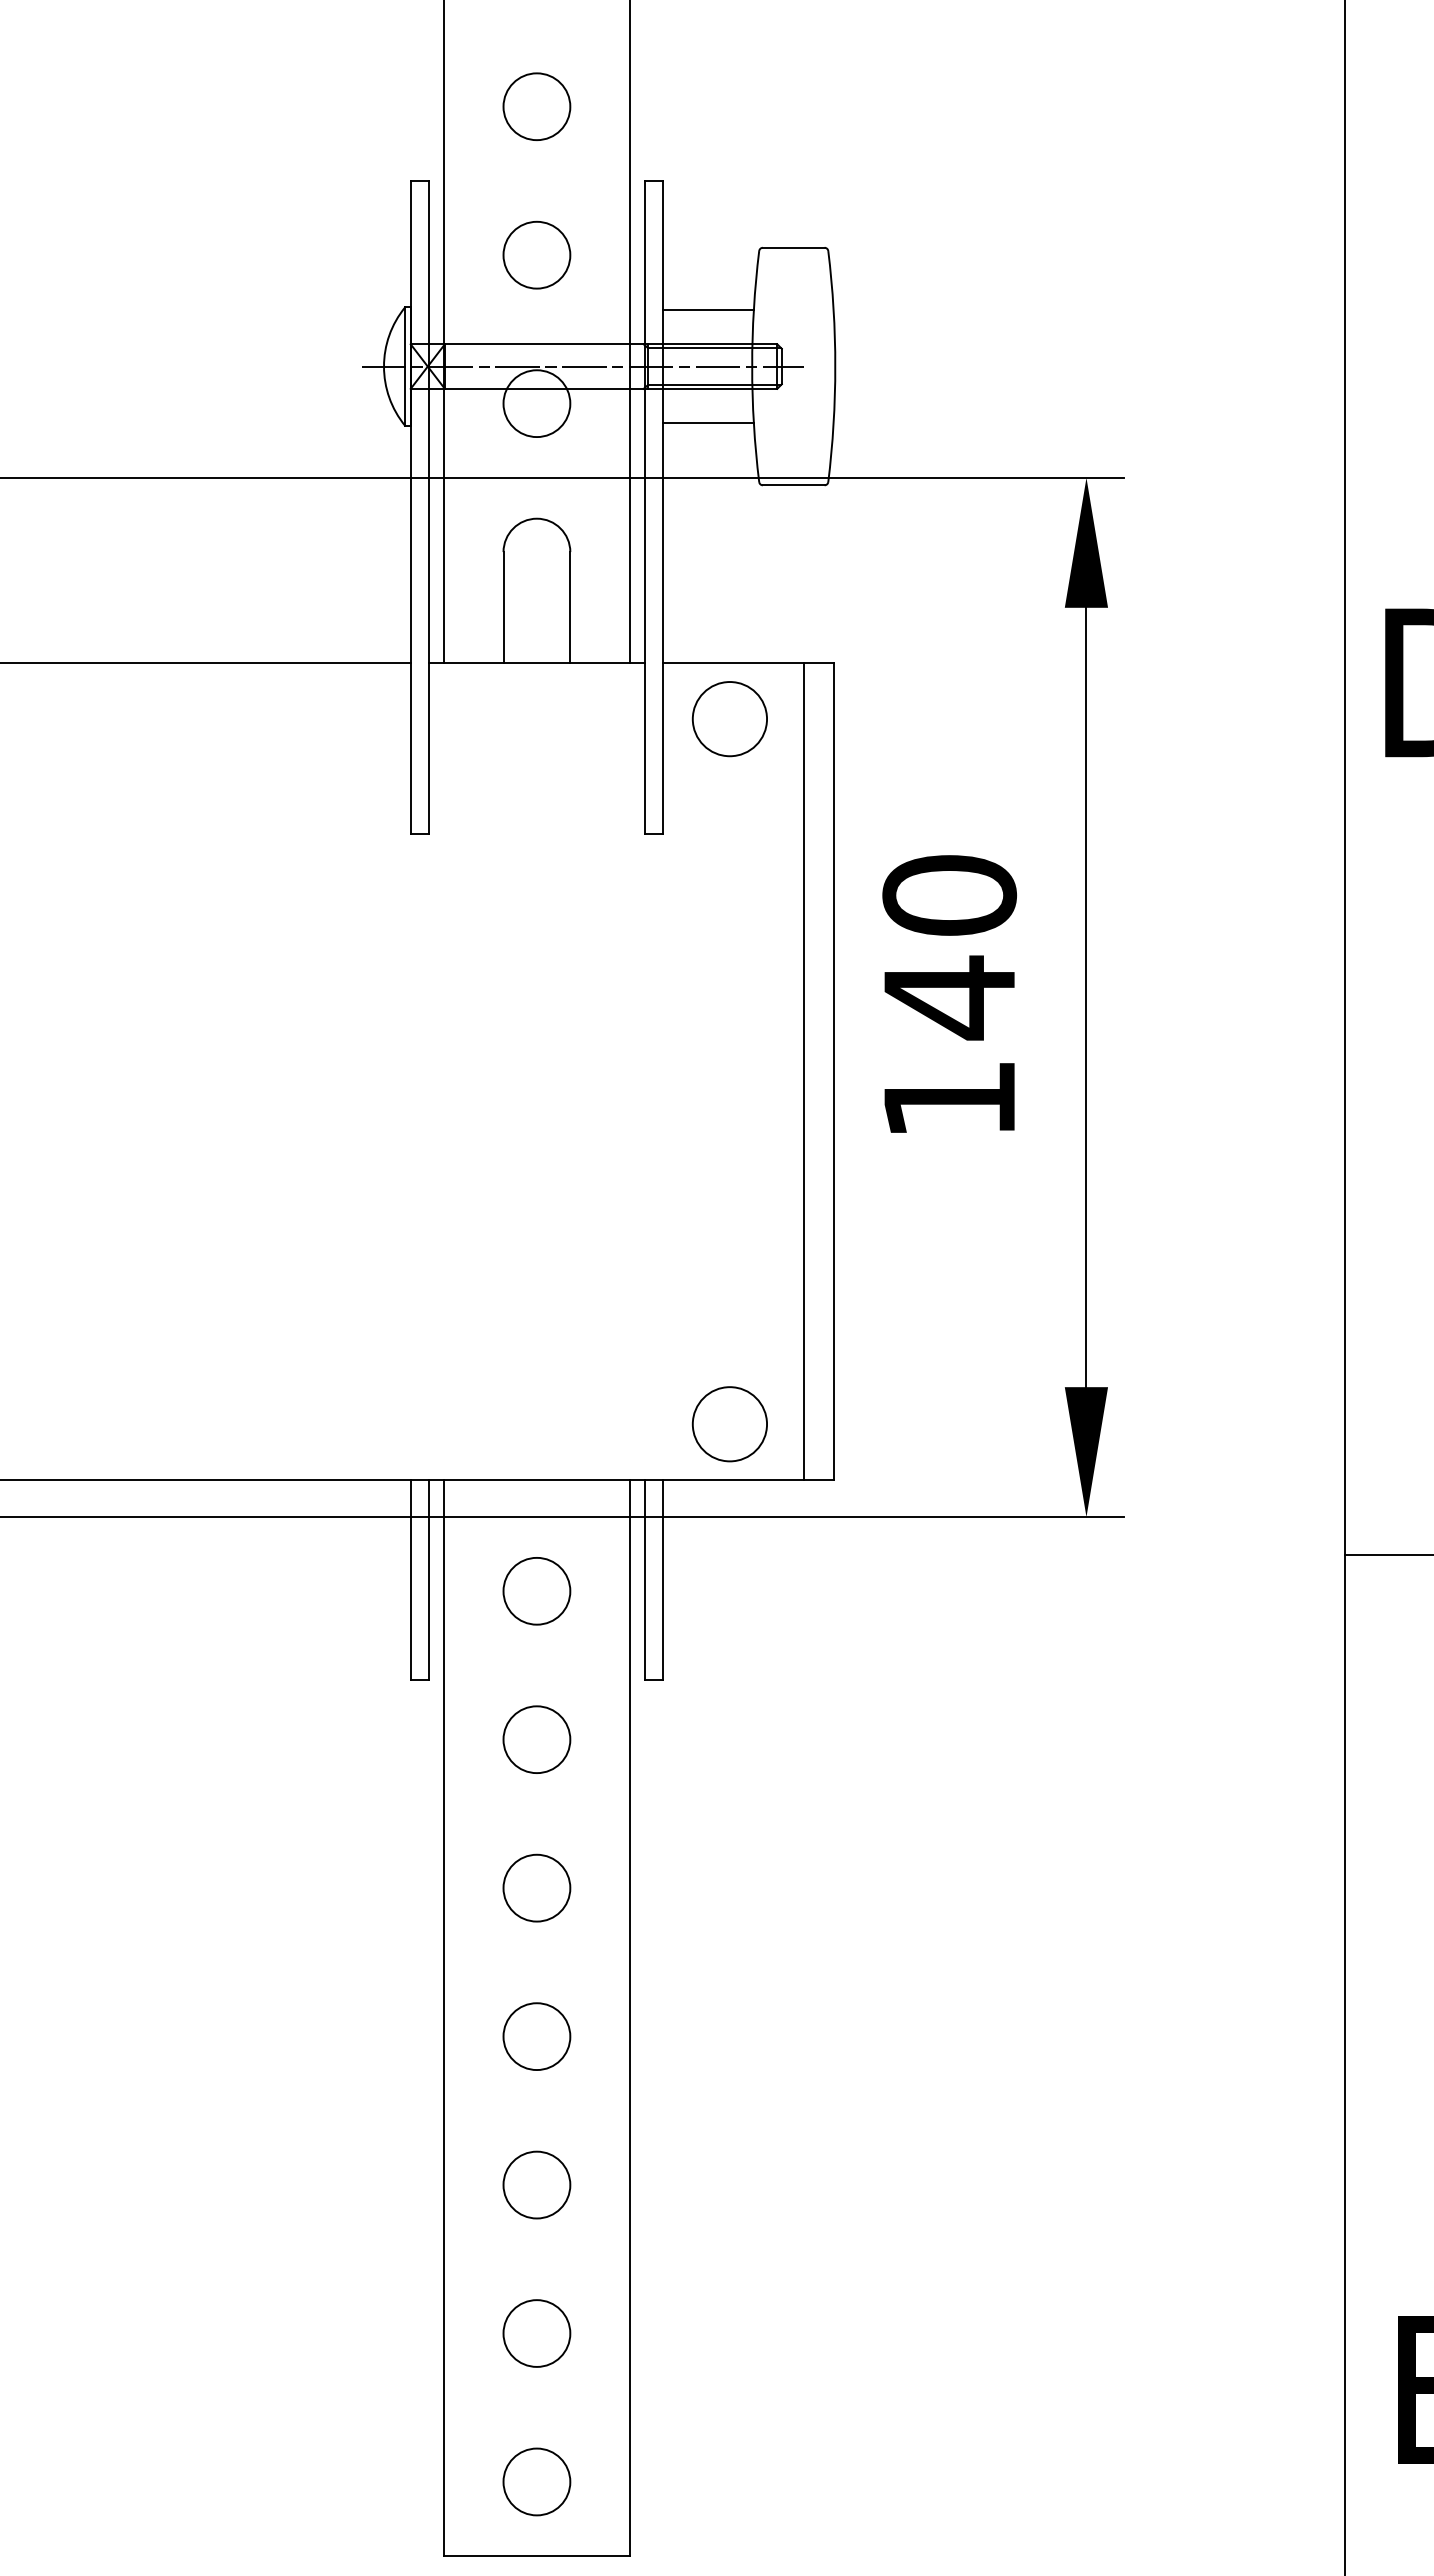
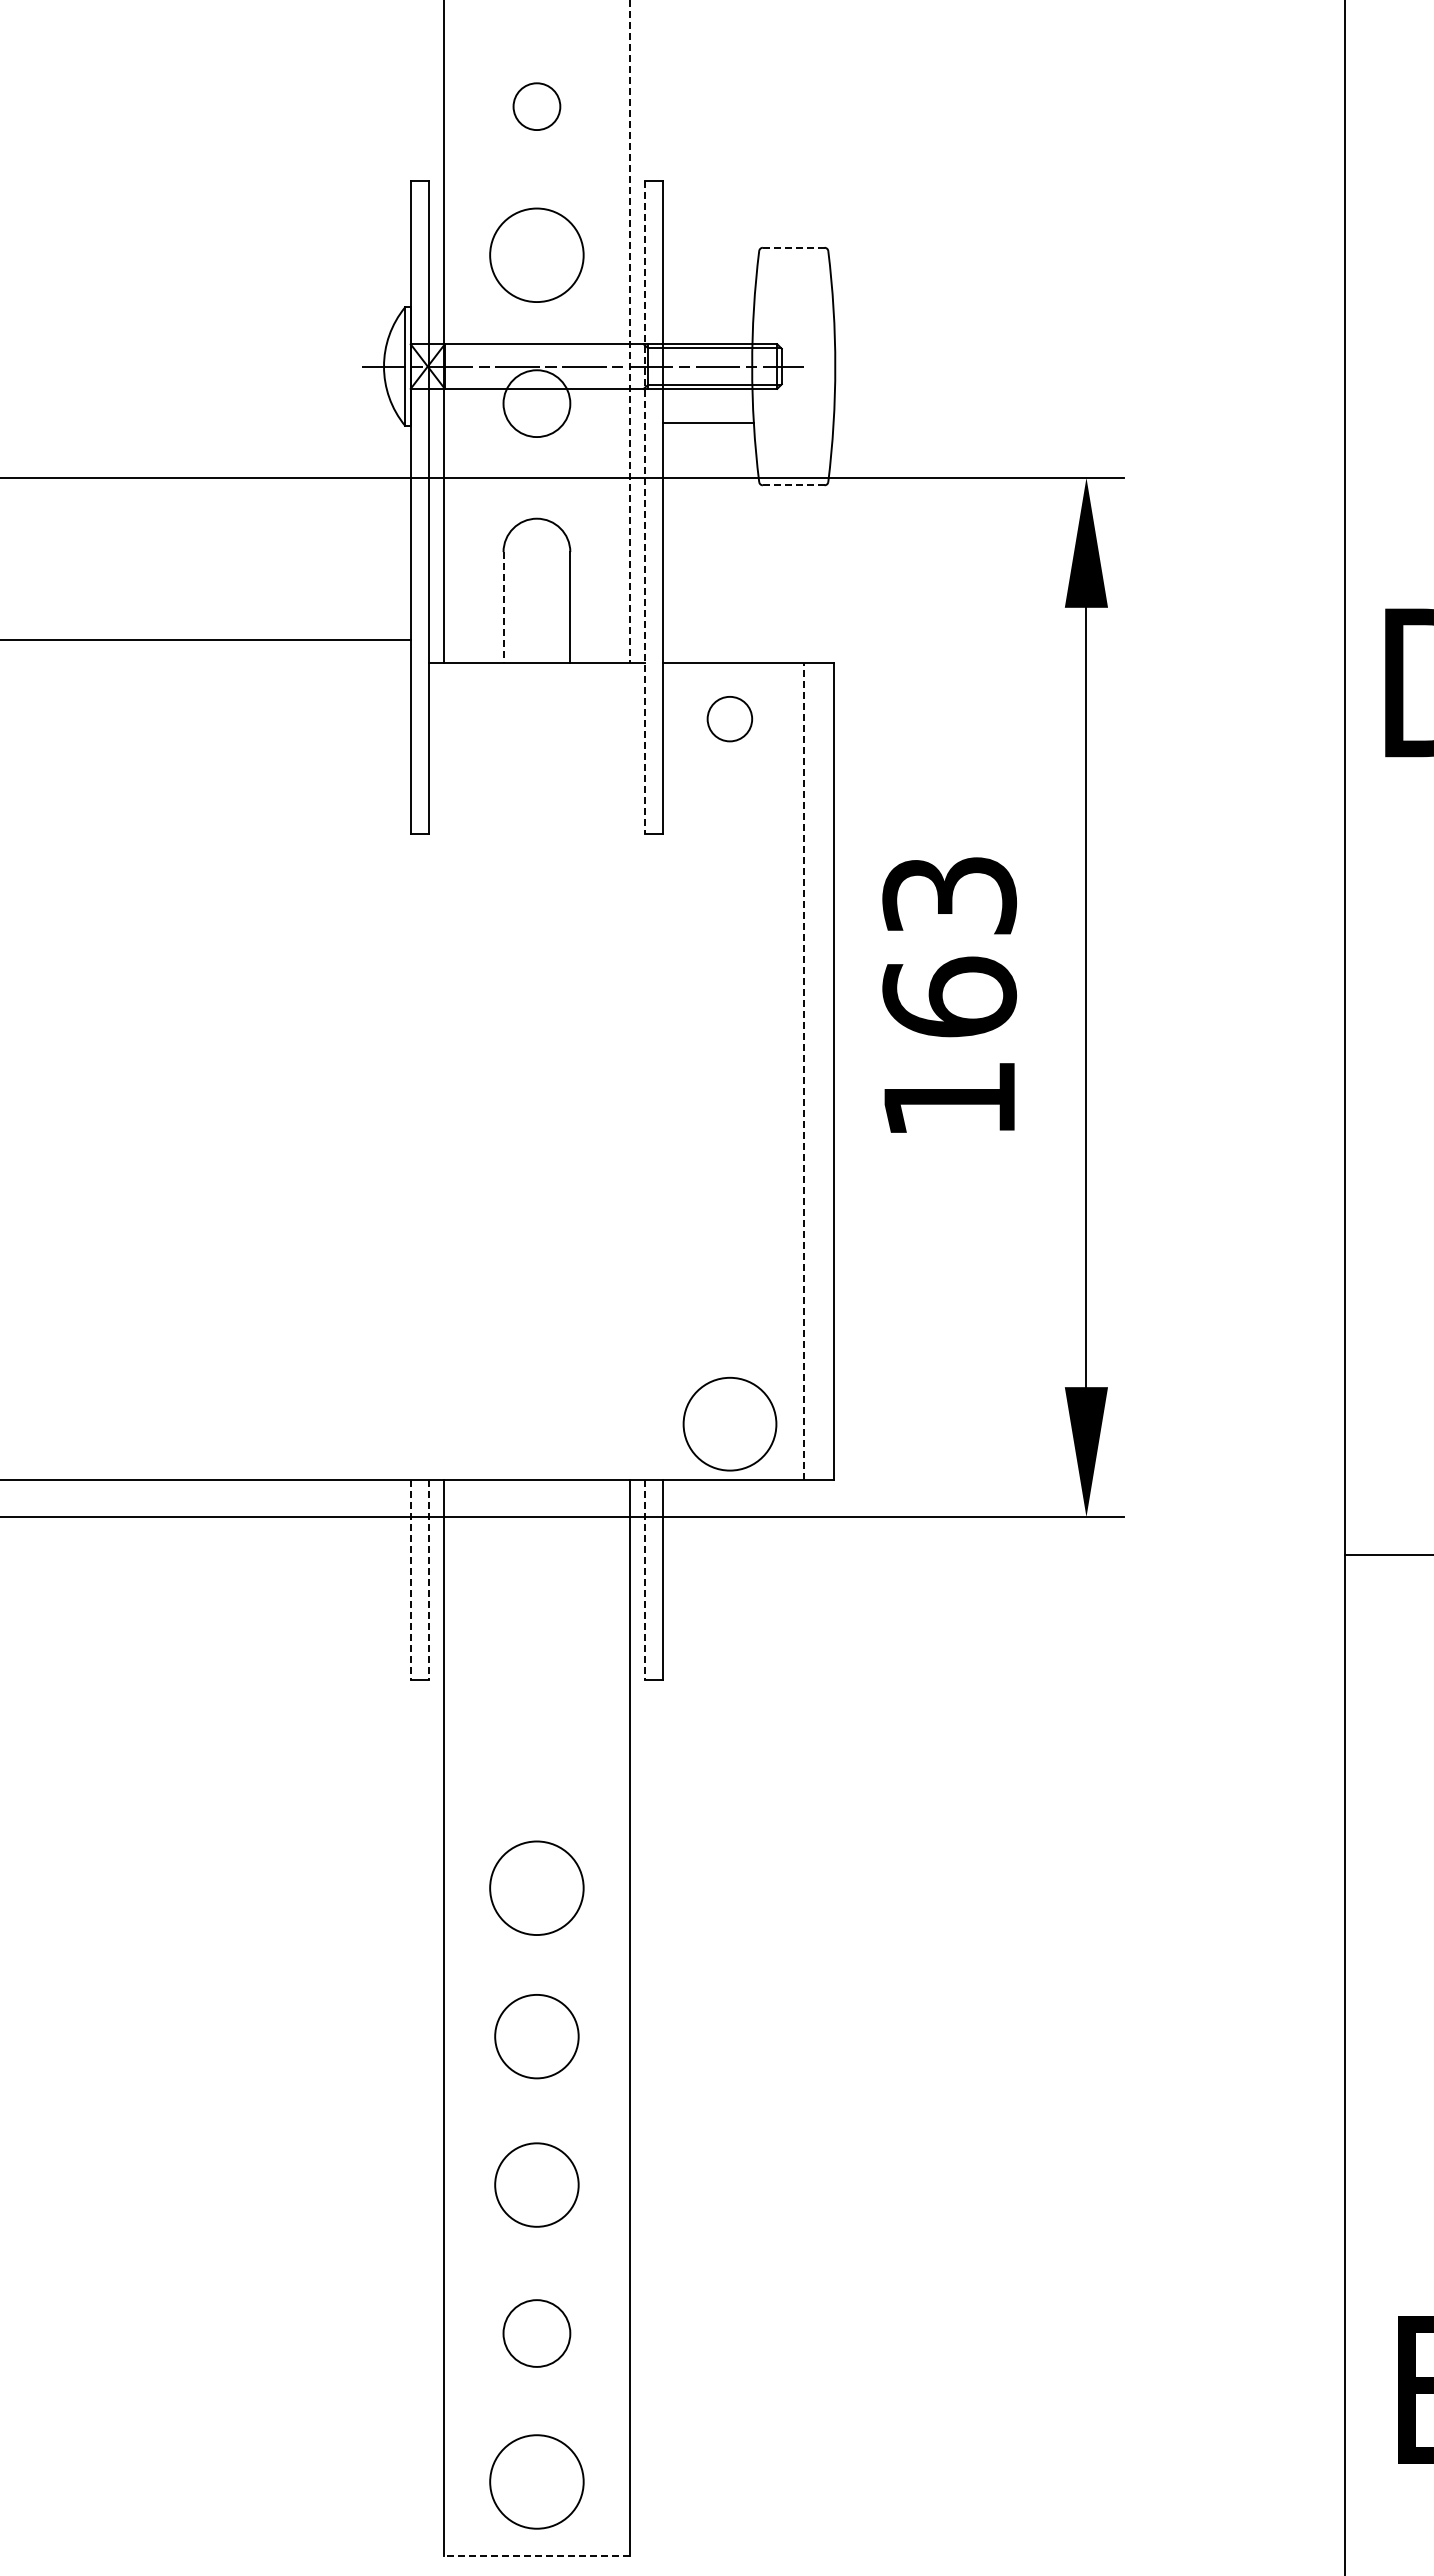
circle at (536, 106) size: 70x69 px -> 50x49 px
line at (793, 247): solid -> dashed
circle at (536, 254) size: 70x70 px -> 96x96 px
line at (708, 310): present -> none
line at (629, 332): solid -> dashed
line at (793, 485): solid -> dashed
line at (644, 507): solid -> dashed
line at (503, 607): solid -> dashed
line at (206, 663) position: (206, 663) -> (206, 640)
circle at (729, 719) diameter: 74 px -> 45 px
text at (949, 947): 140 -> 163
line at (804, 1071): solid -> dashed
circle at (729, 1424) size: 77x77 px -> 96x96 px
line at (410, 1580): solid -> dashed
line at (429, 1580): solid -> dashed
line at (644, 1580): solid -> dashed
circle at (536, 1591): present -> none
circle at (536, 1739): present -> none
circle at (536, 1887) size: 70x70 px -> 96x96 px
circle at (536, 2036) diameter: 67 px -> 84 px
circle at (536, 2184) diameter: 67 px -> 84 px
circle at (536, 2481) diameter: 67 px -> 94 px
line at (536, 2556): solid -> dashed
